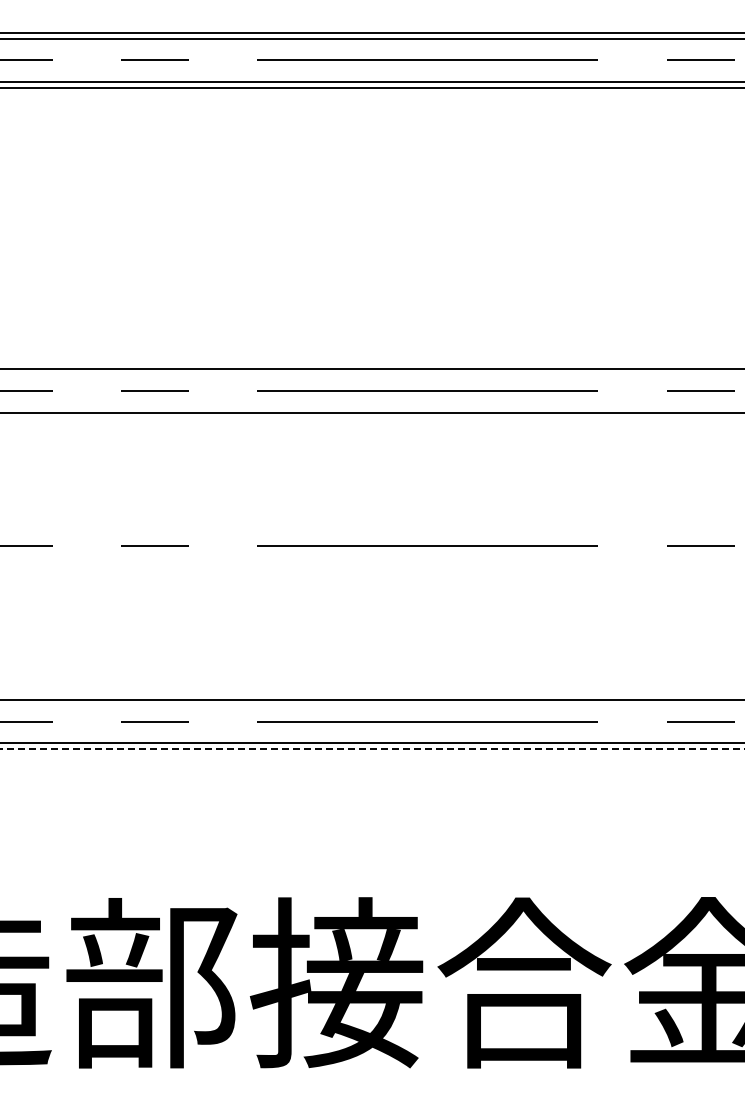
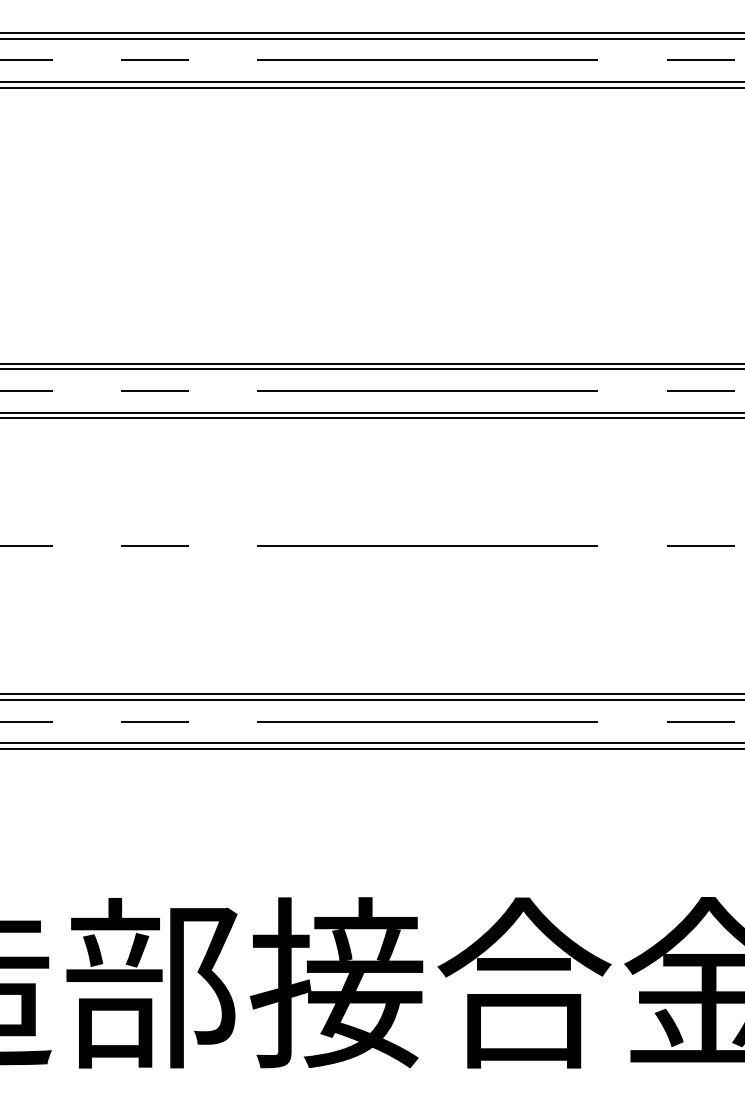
line at (371, 363): none -> present
line at (371, 418): none -> present
line at (371, 694): none -> present
line at (372, 748): dashed -> solid
